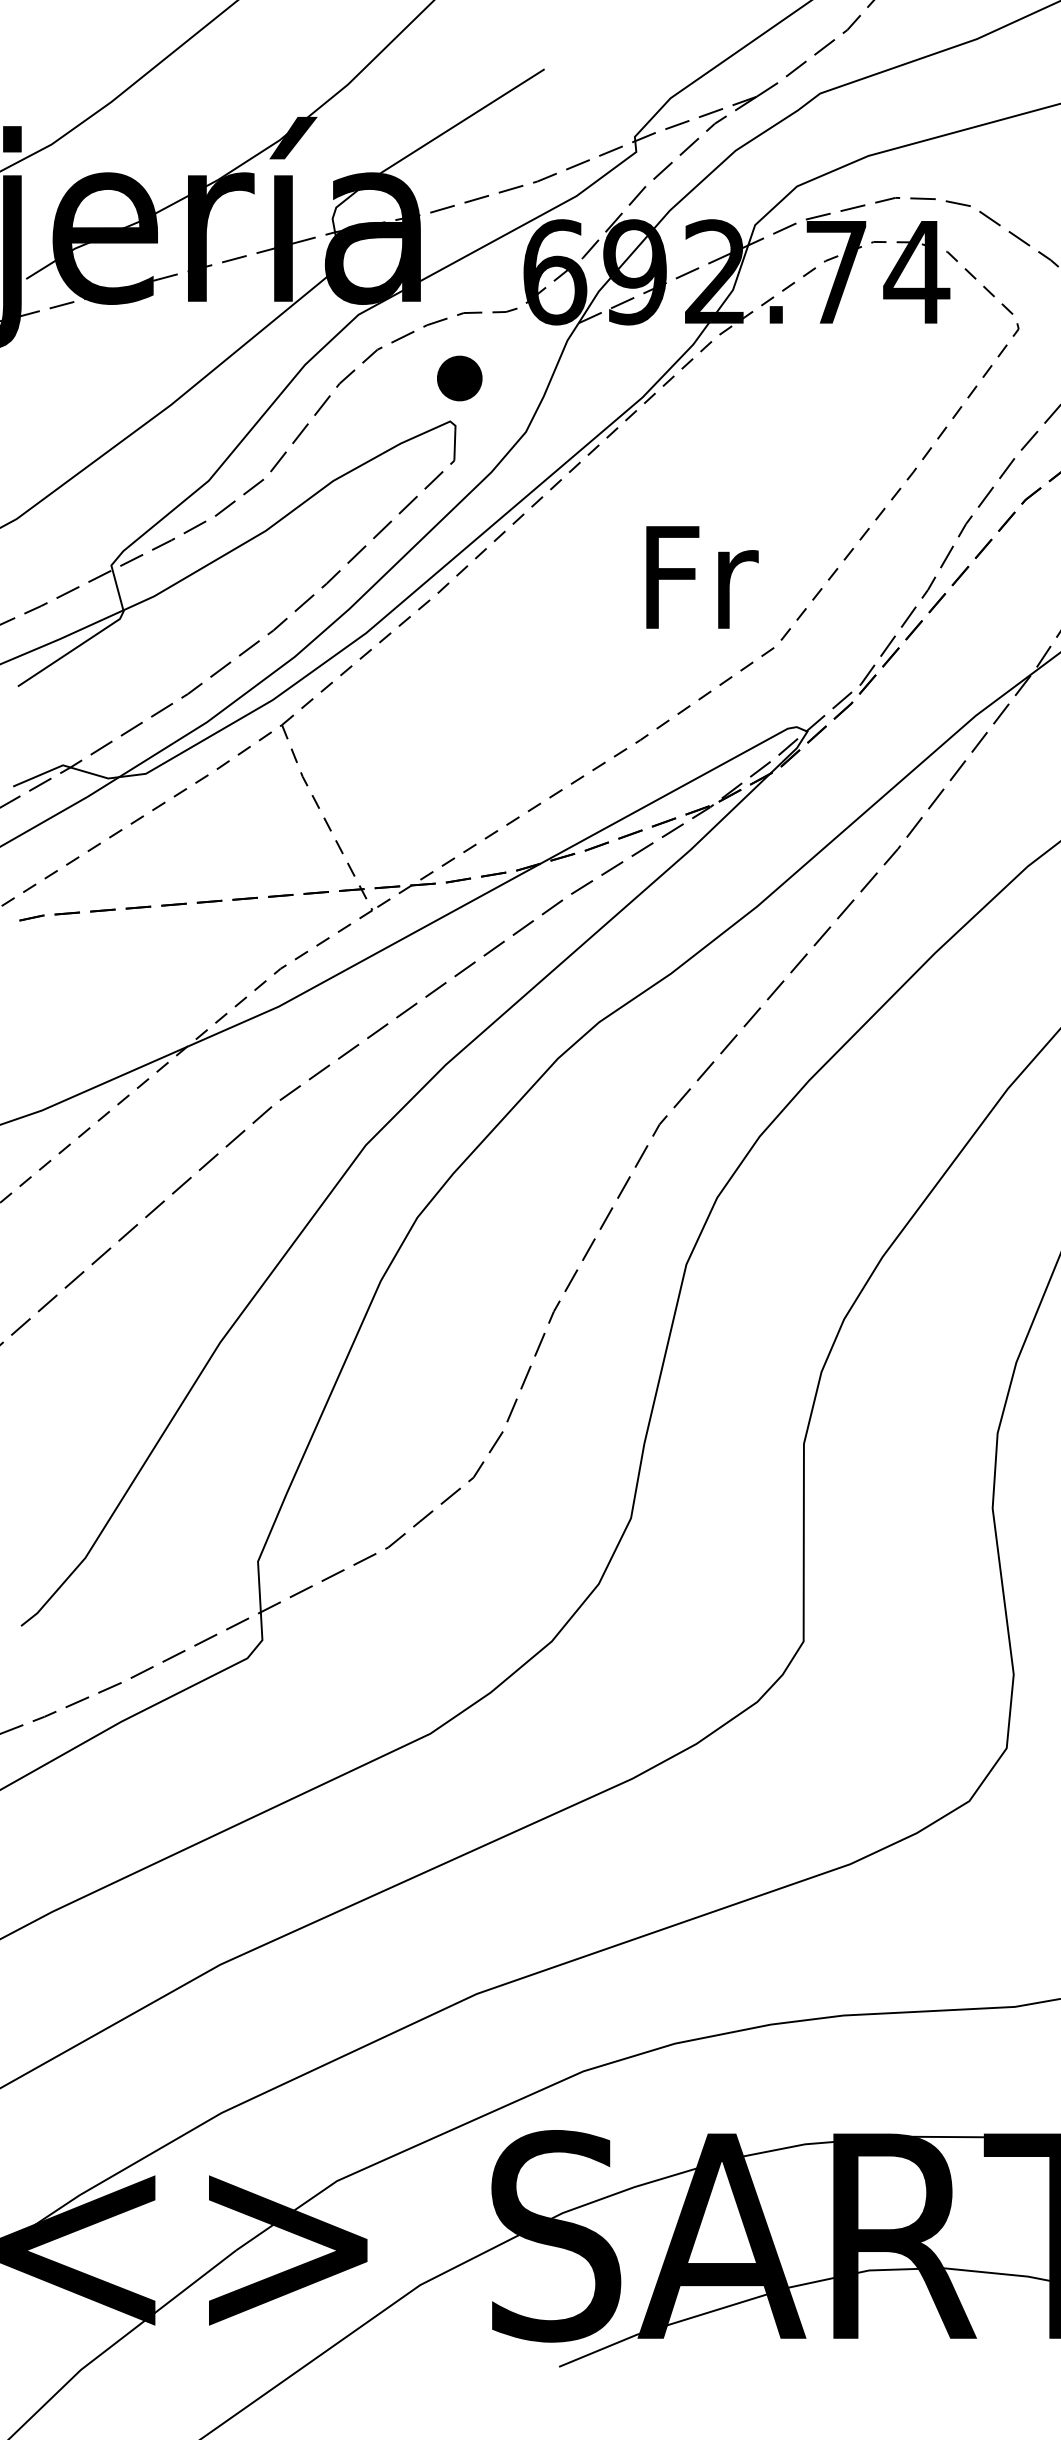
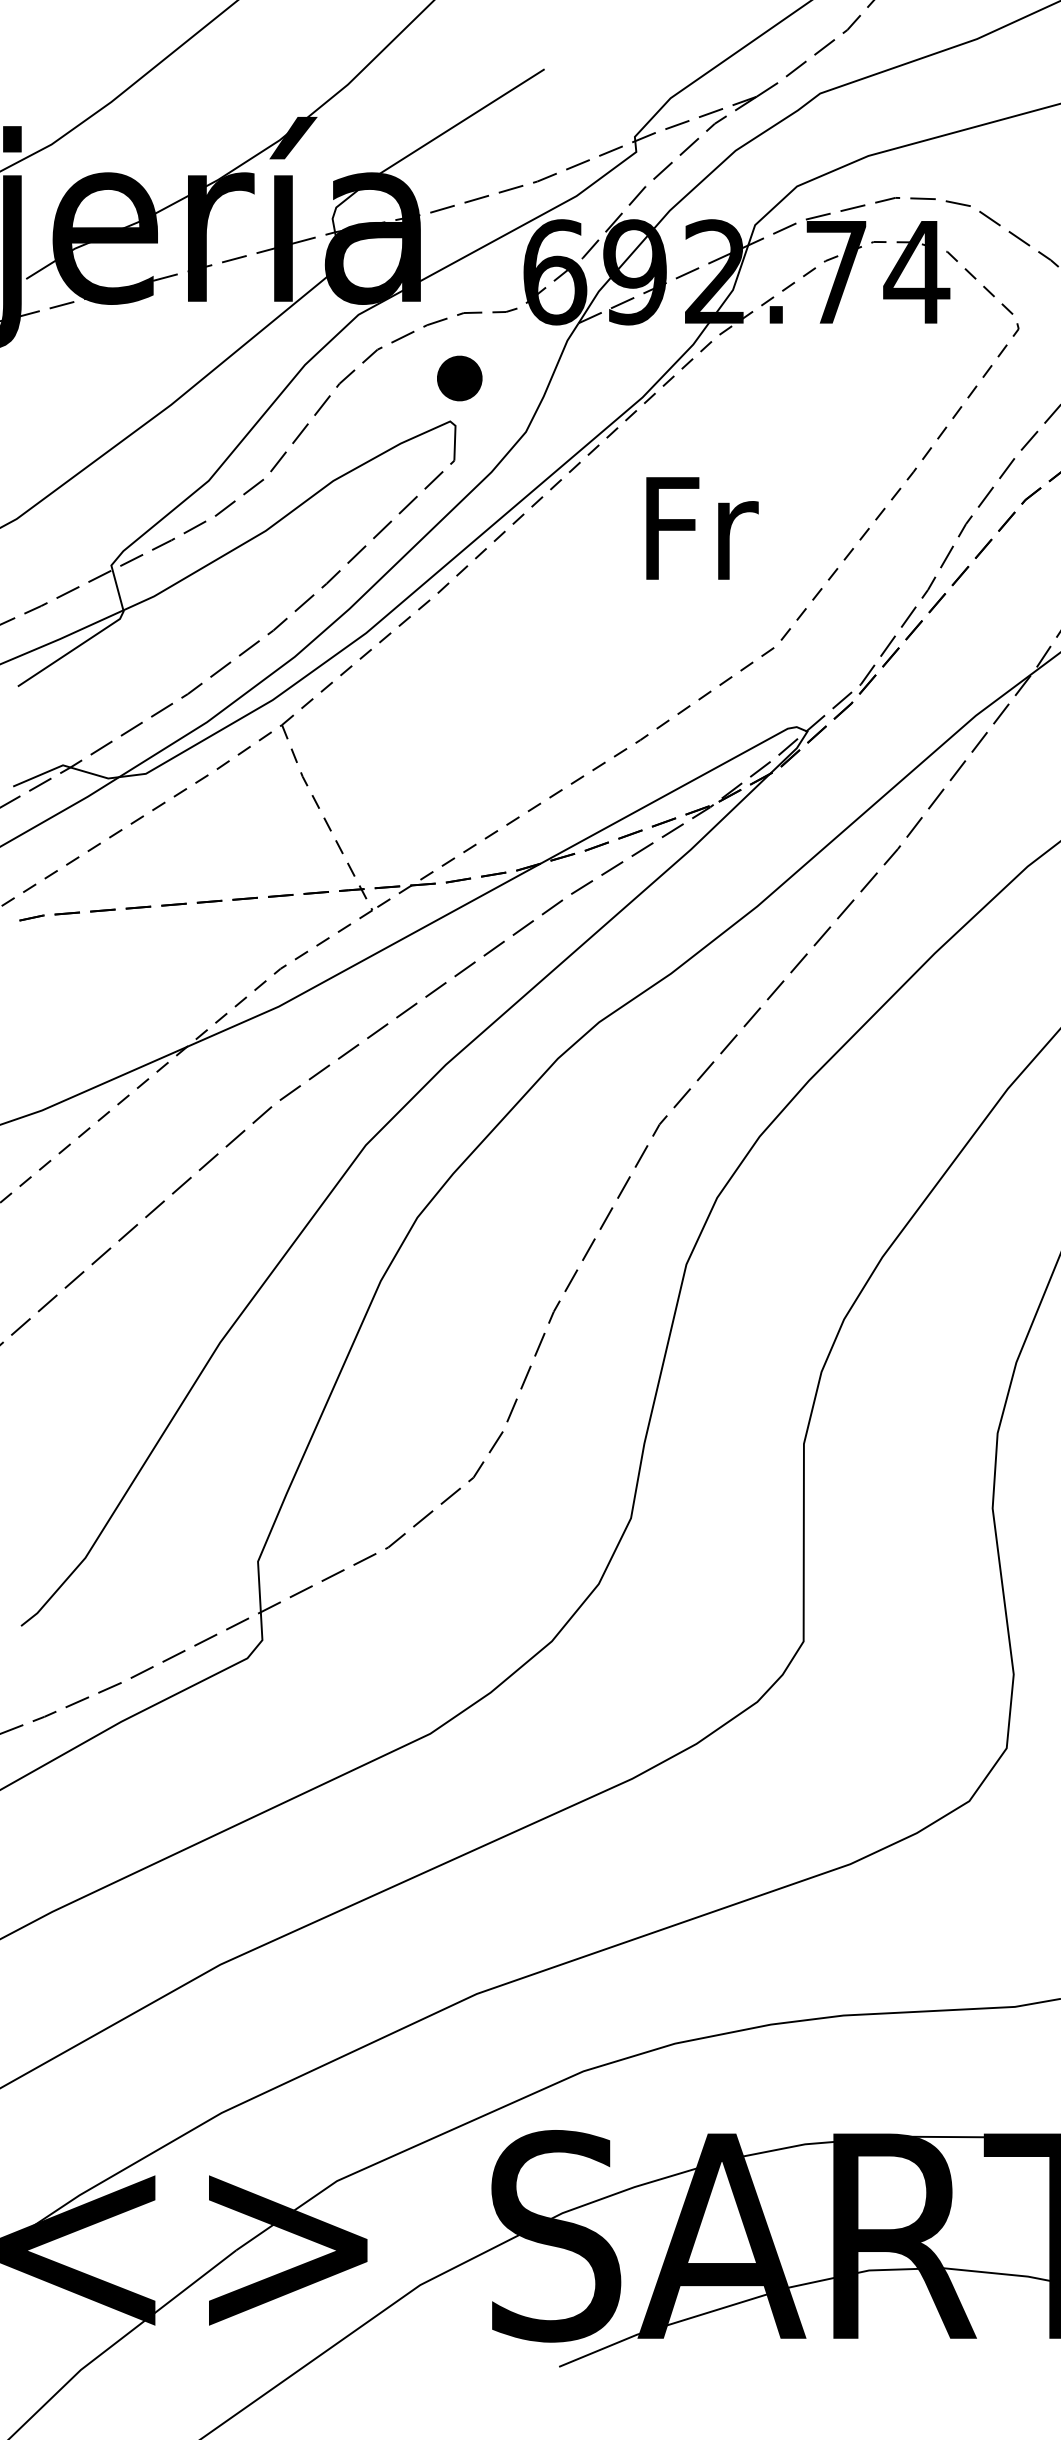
text at (702, 577) position: (702, 577) -> (702, 528)
